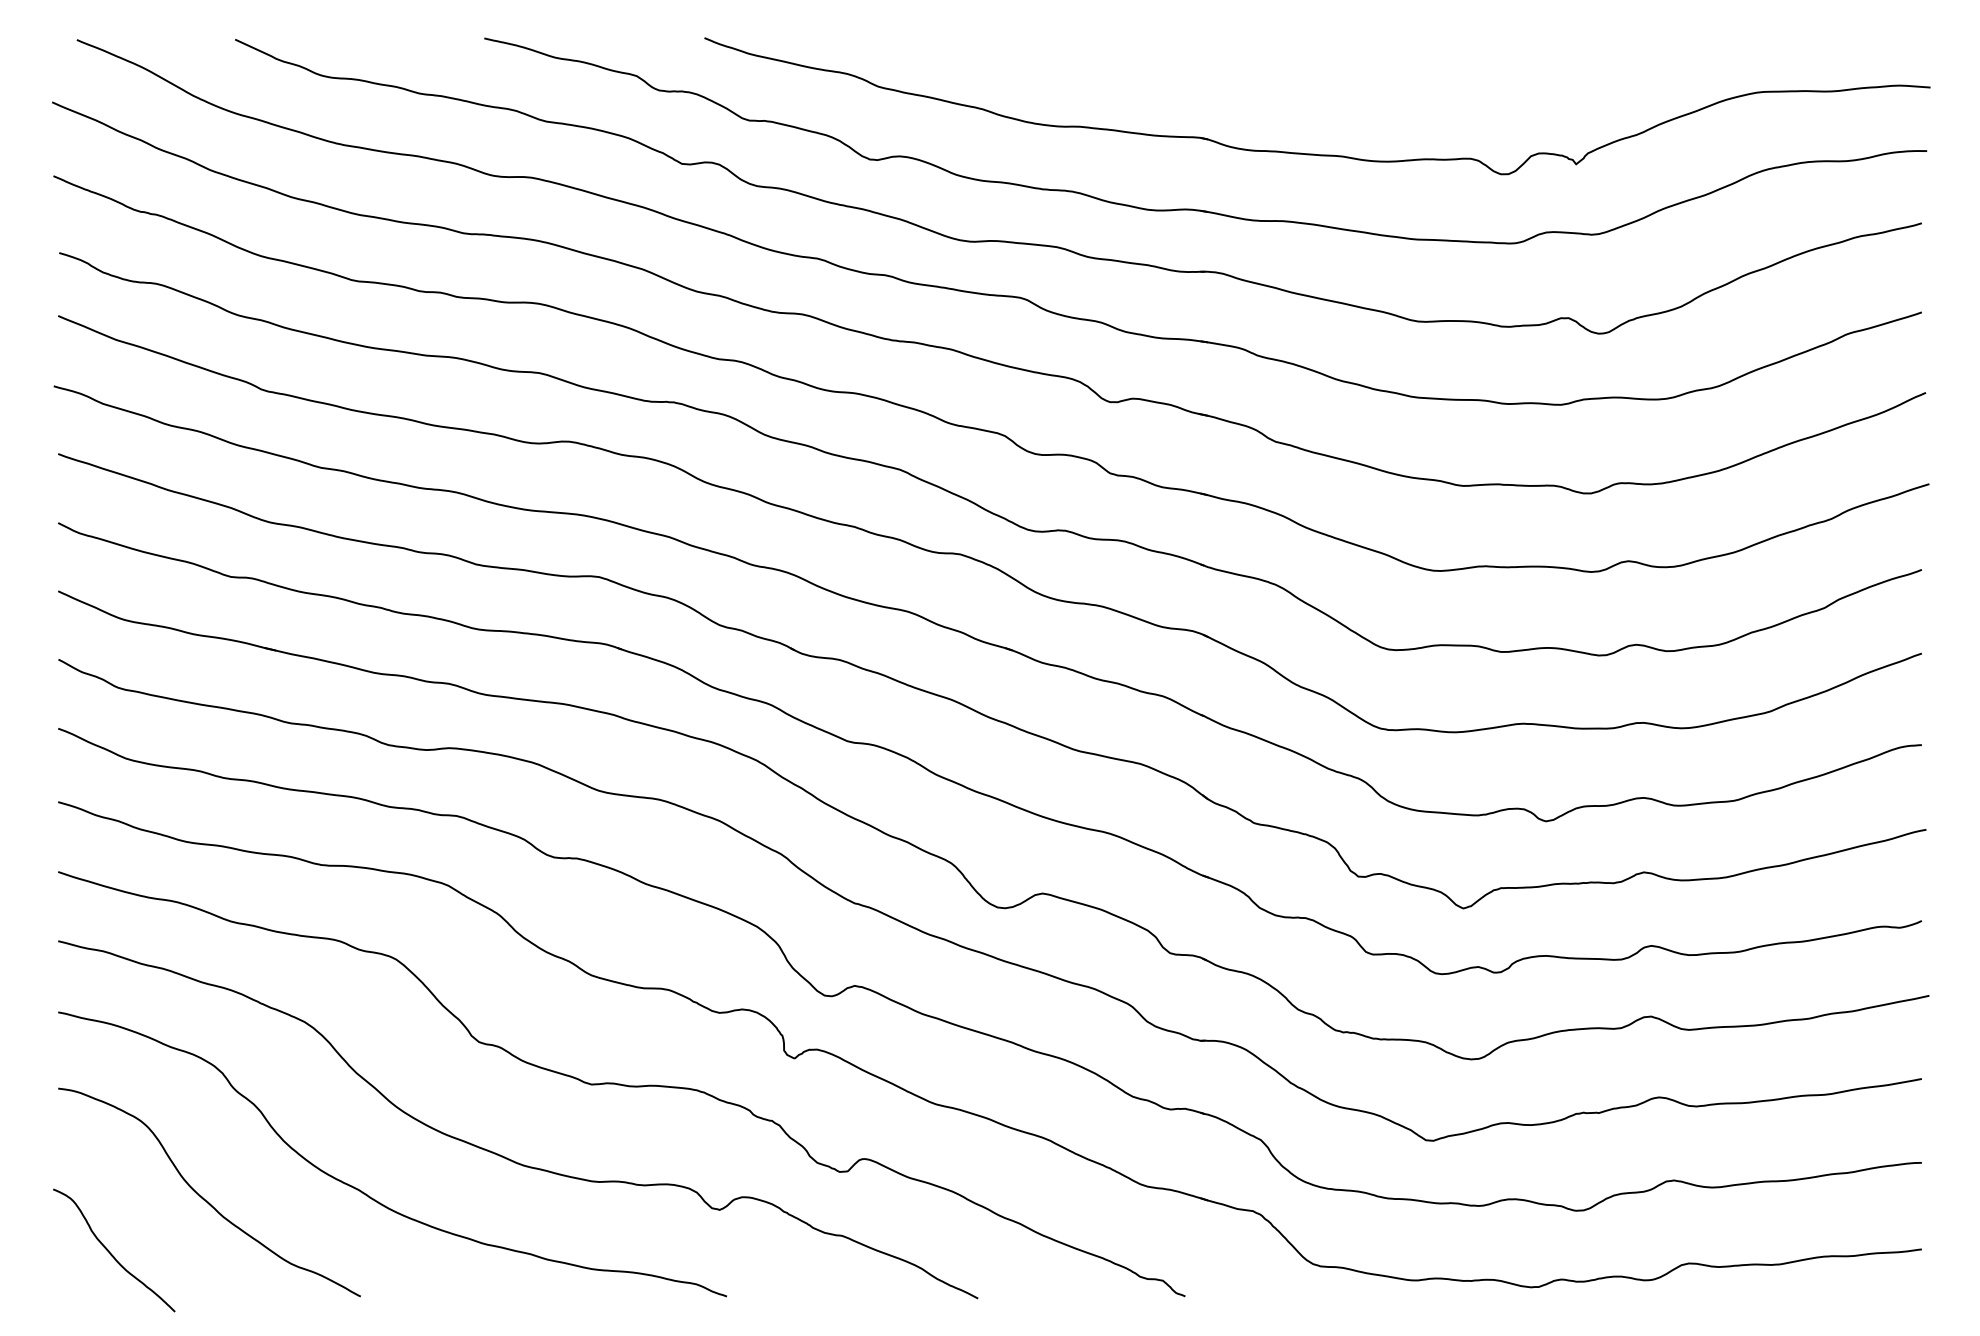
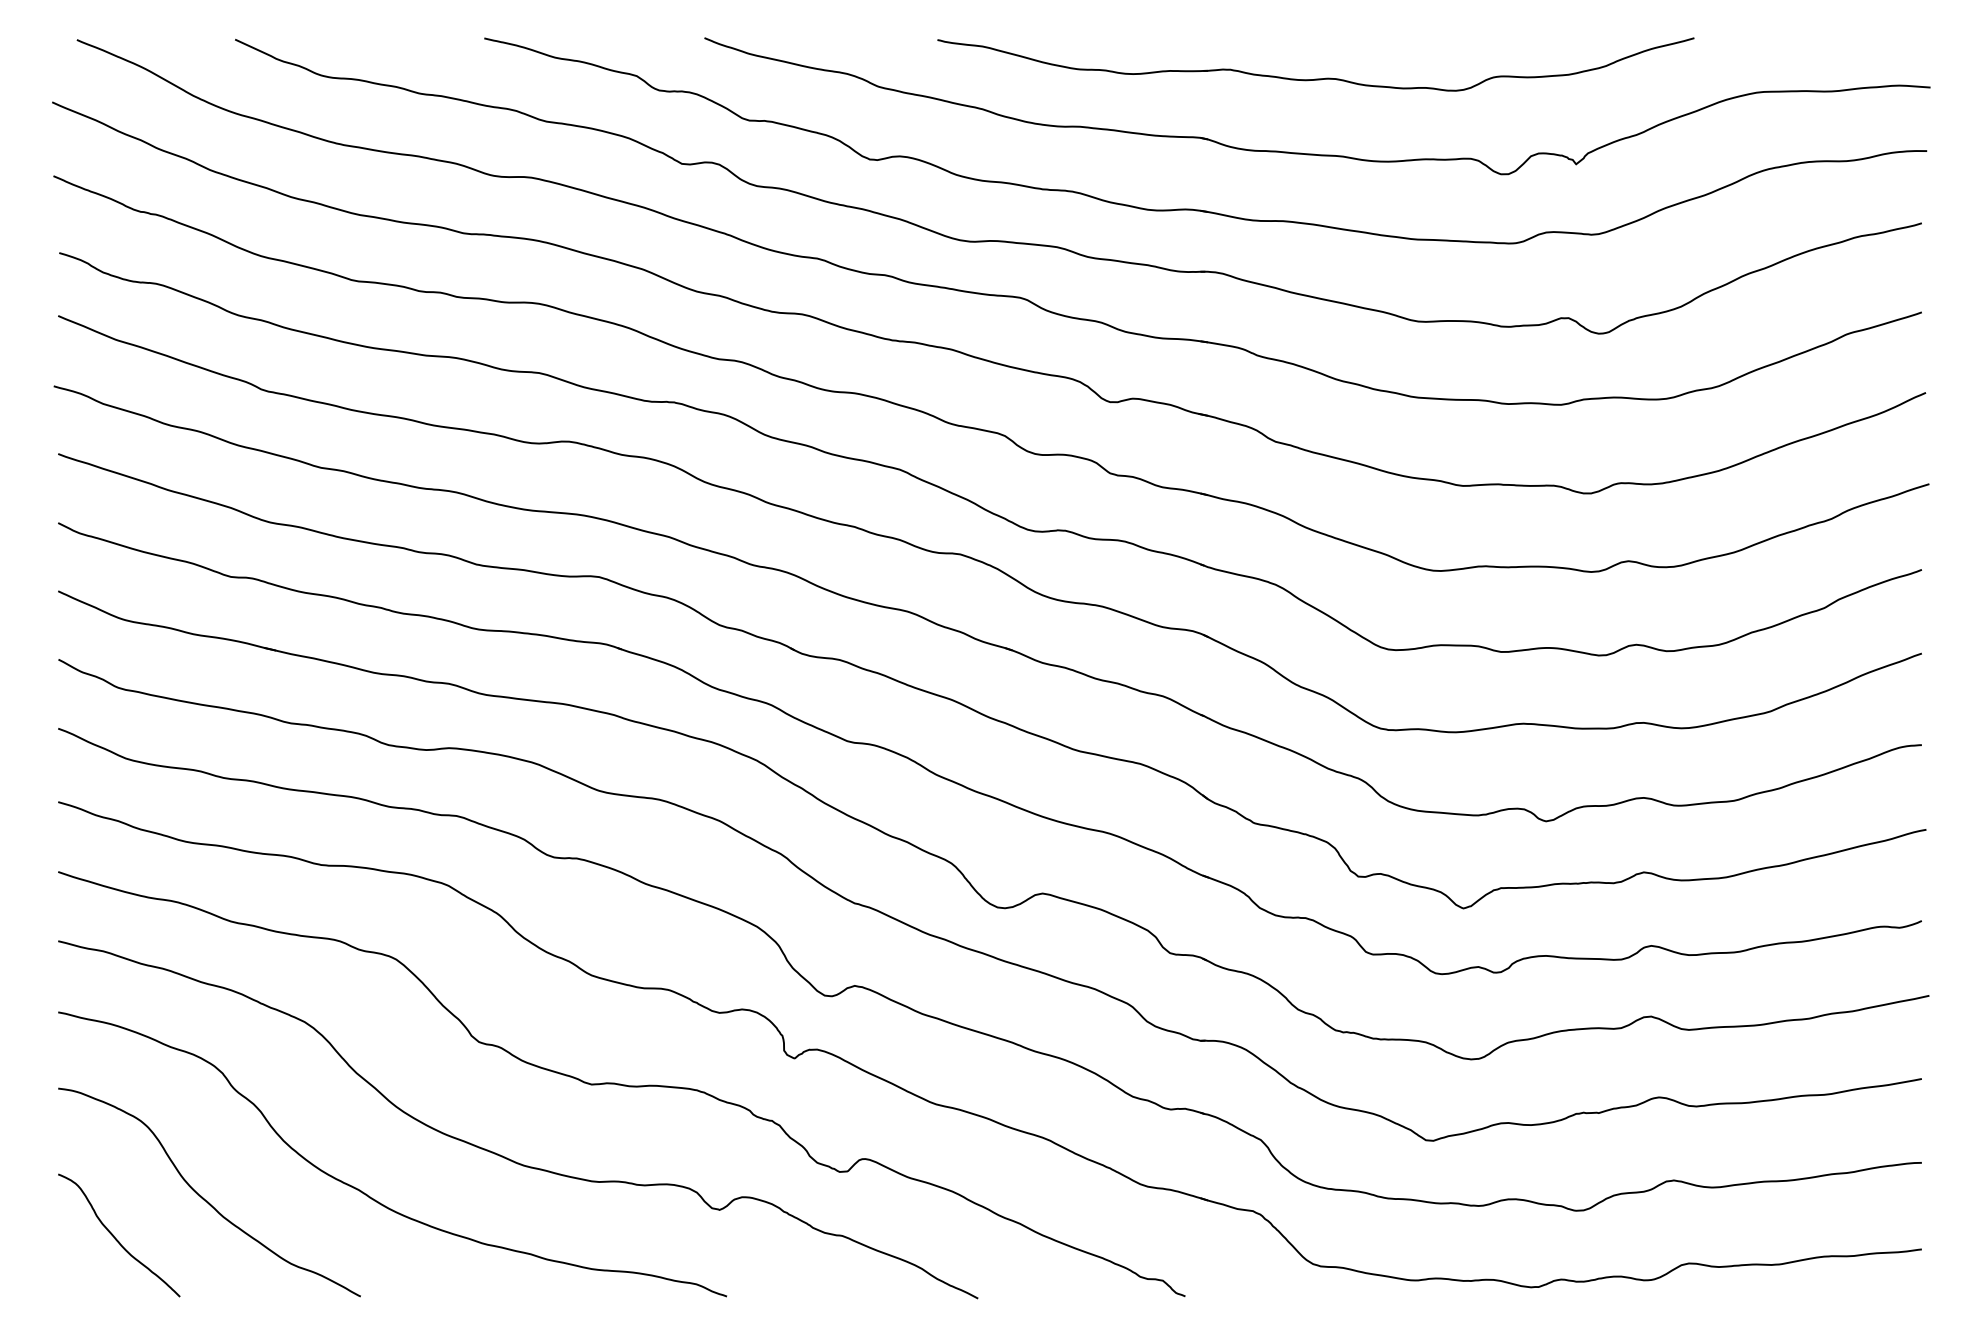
part at (1315, 78): none -> present
curve at (111, 1253) position: (111, 1253) -> (116, 1238)
